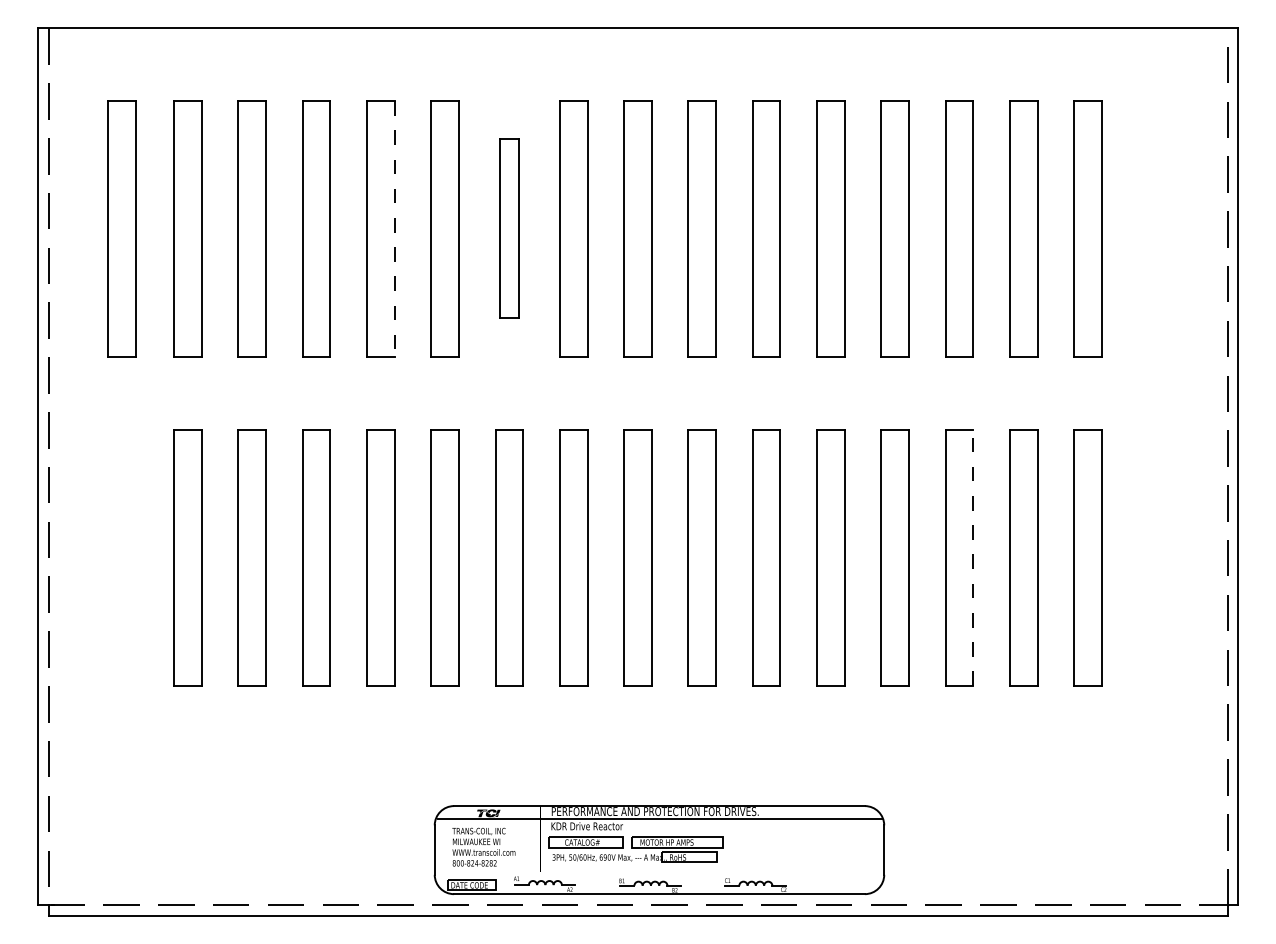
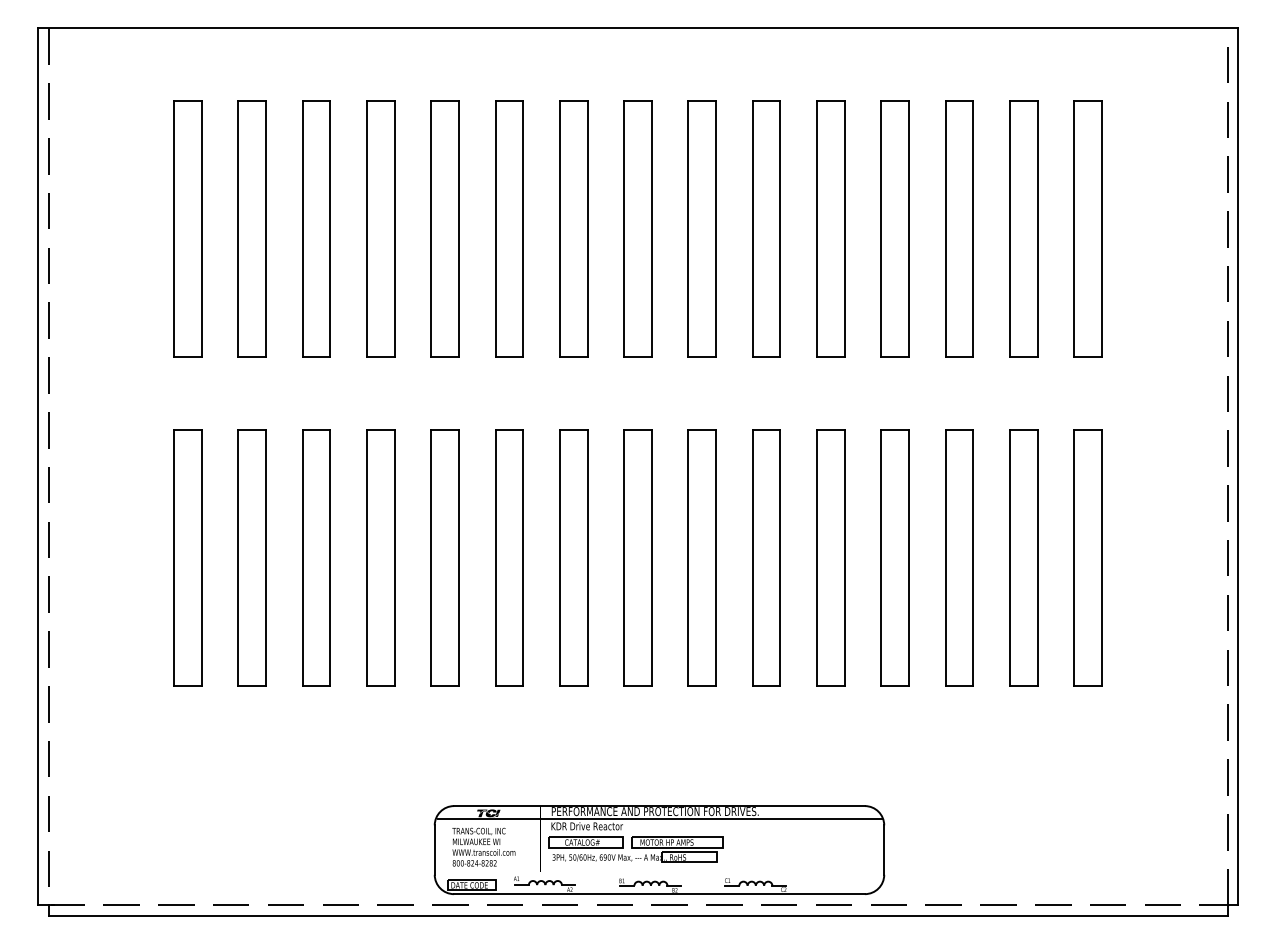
part at (121, 228): present -> none
line at (394, 228): dashed -> solid
part at (509, 228) size: 21x181 px -> 29x258 px
line at (973, 558): dashed -> solid
